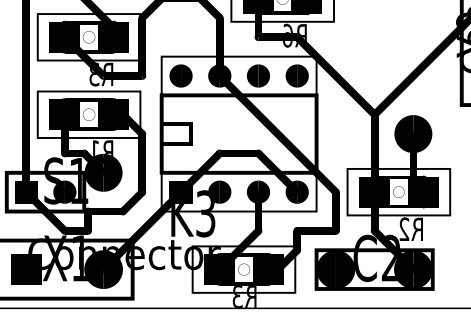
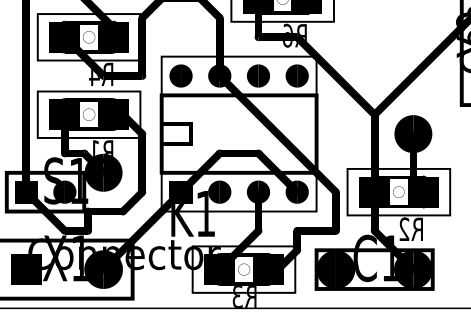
text at (94, 74): R3 -> R4
text at (205, 213): K3 -> K1
text at (390, 257): C2 -> C1
